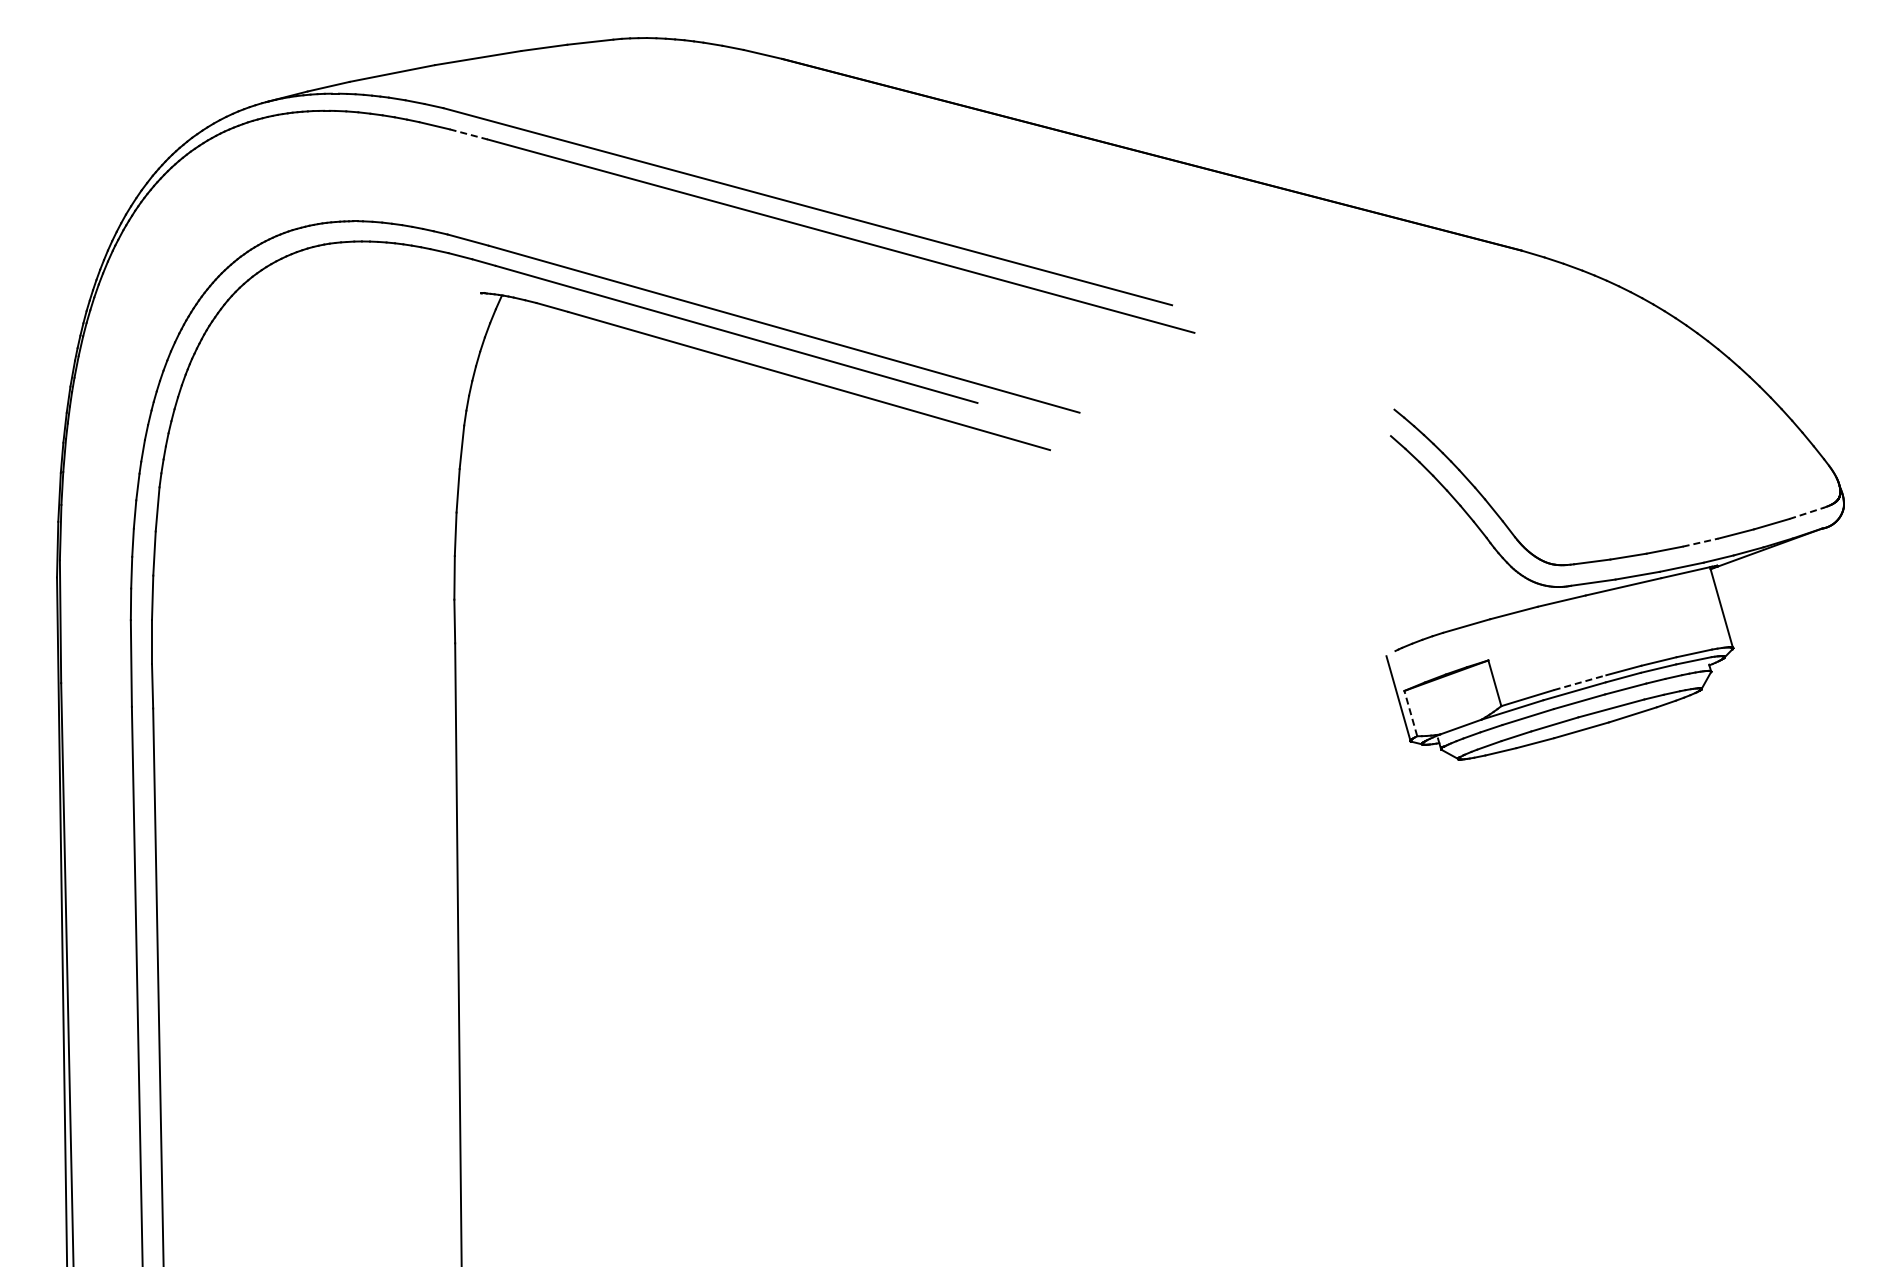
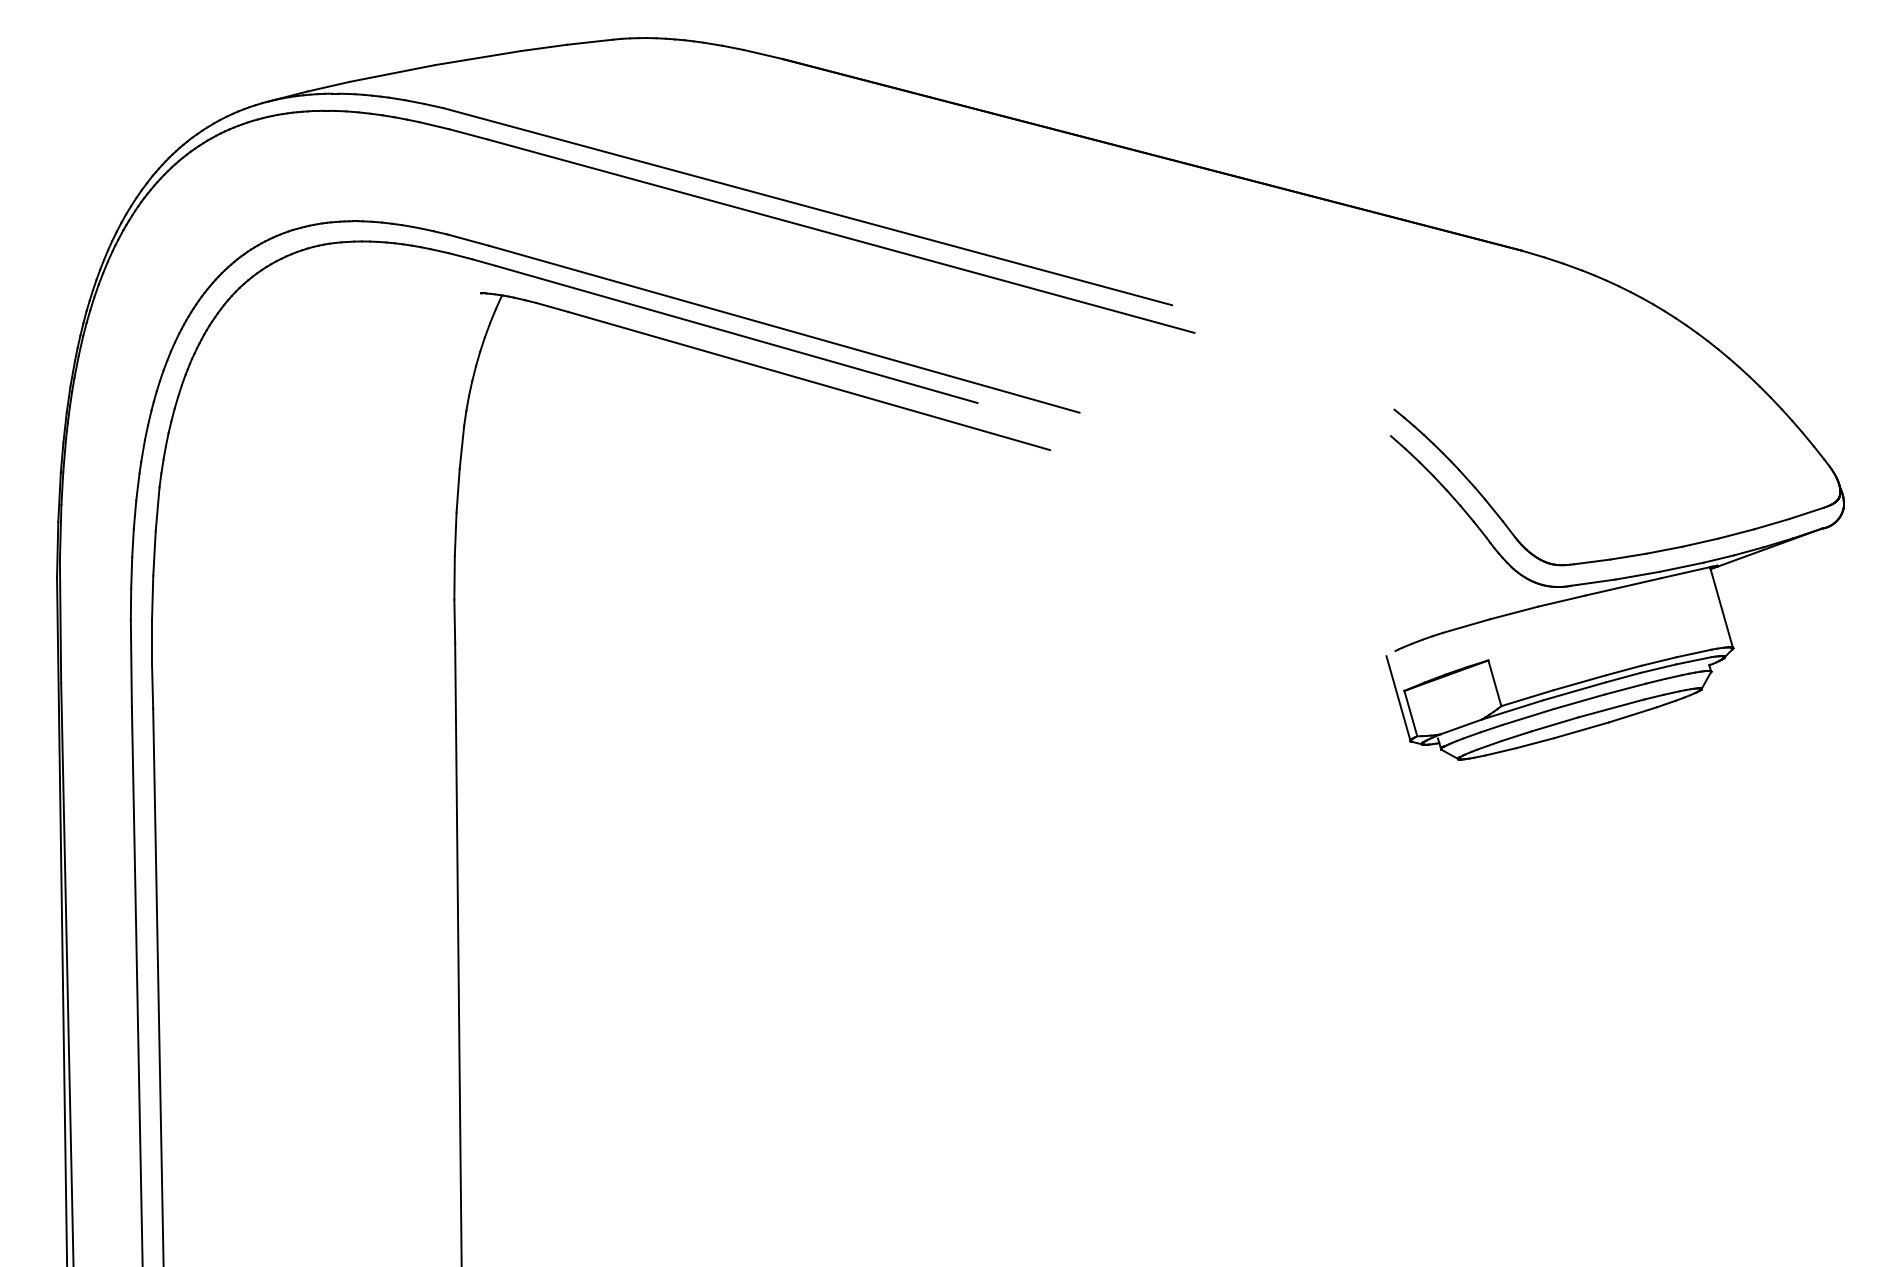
line at (468, 134): dashed -> solid
line at (1807, 513): dashed -> solid
line at (1701, 542): dashed -> solid
line at (1580, 682): dashed -> solid
line at (1410, 713): dashed -> solid
